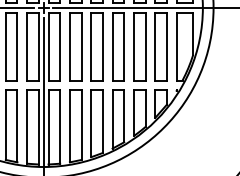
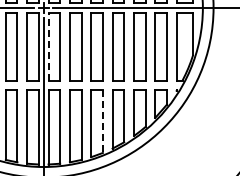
line at (48, 46): solid -> dashed
line at (102, 122): solid -> dashed
